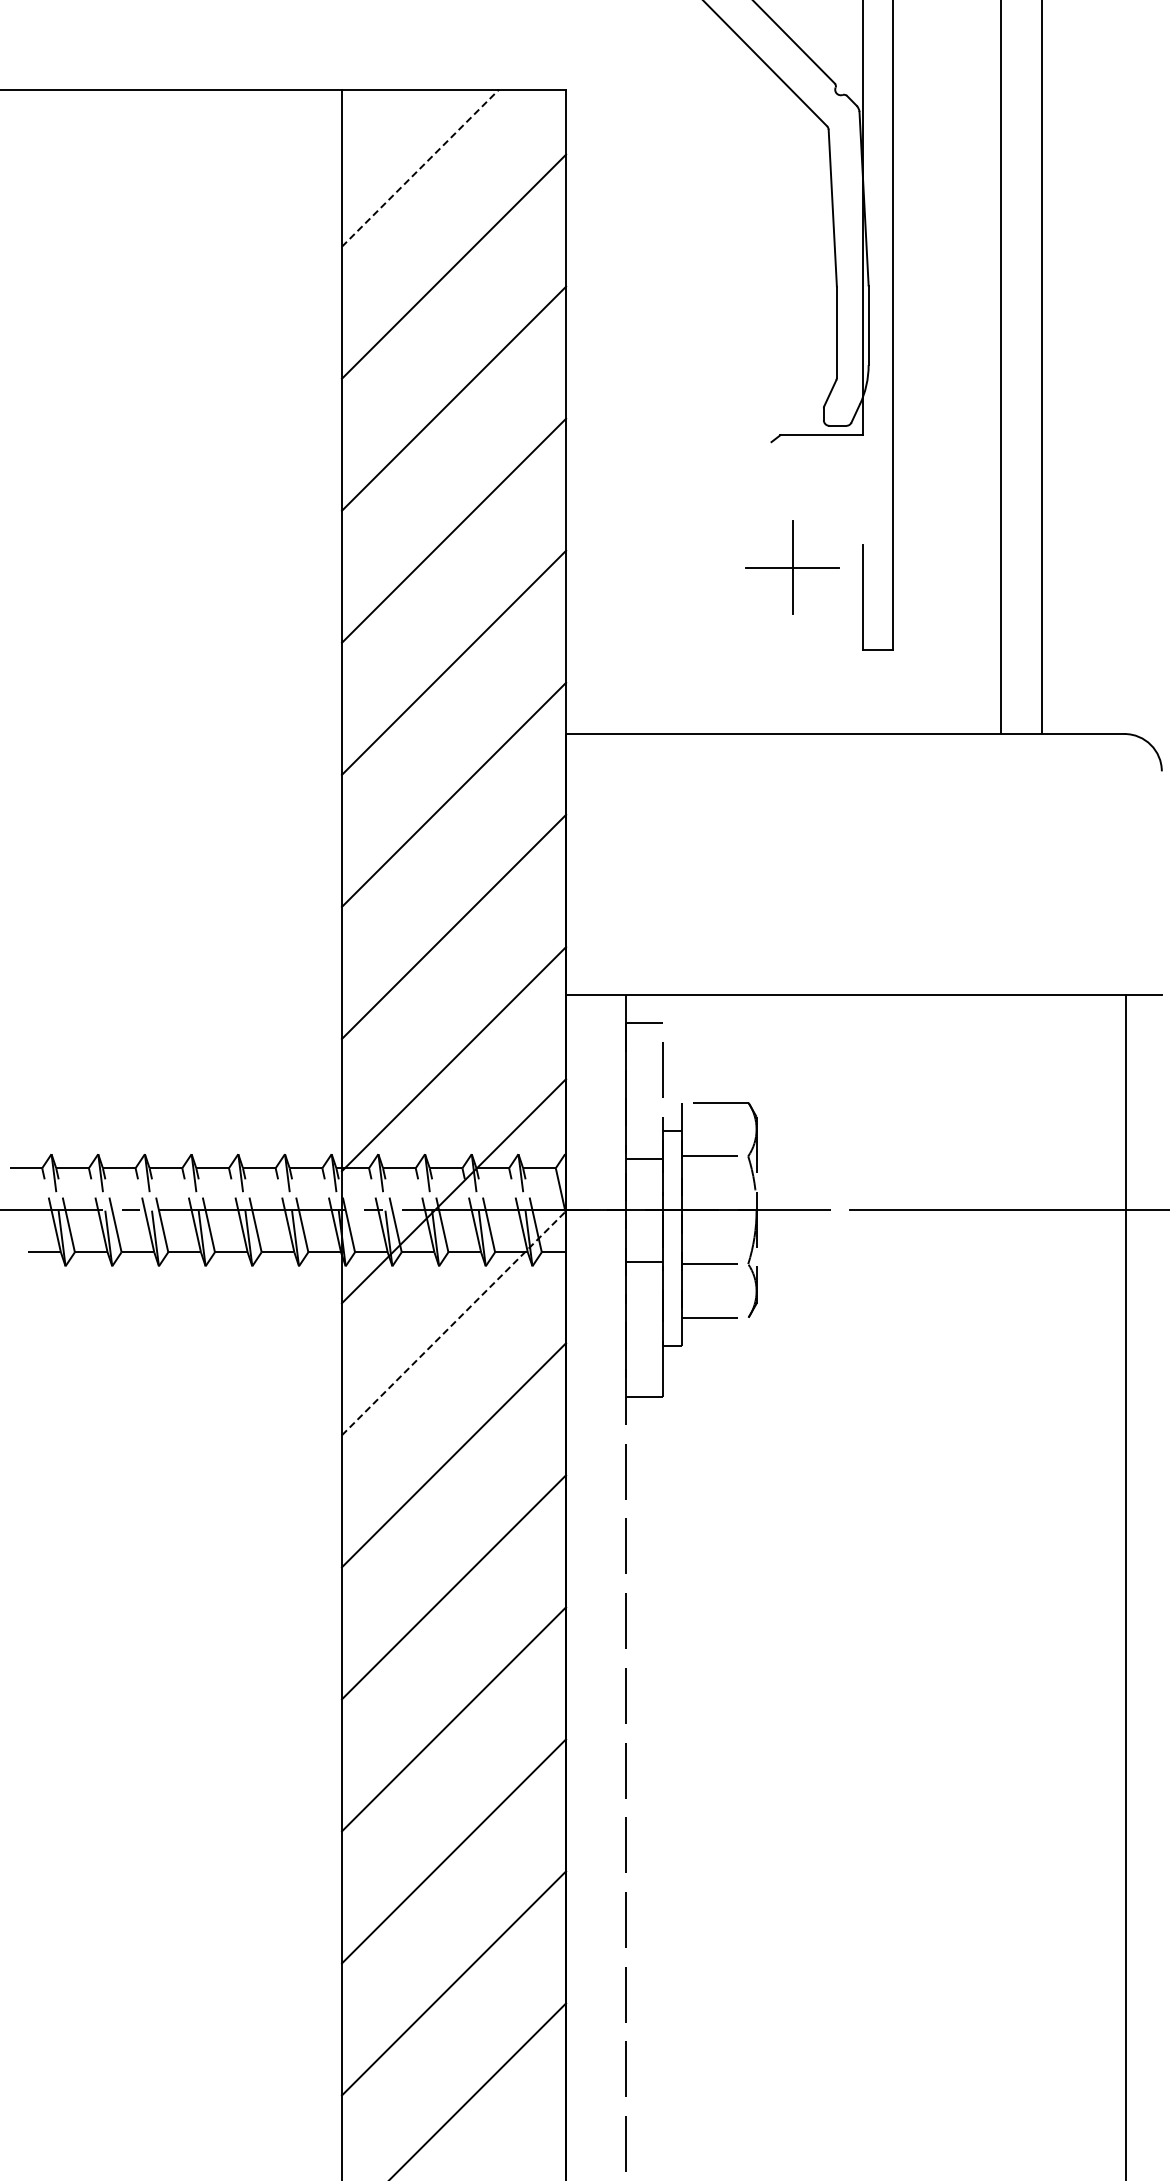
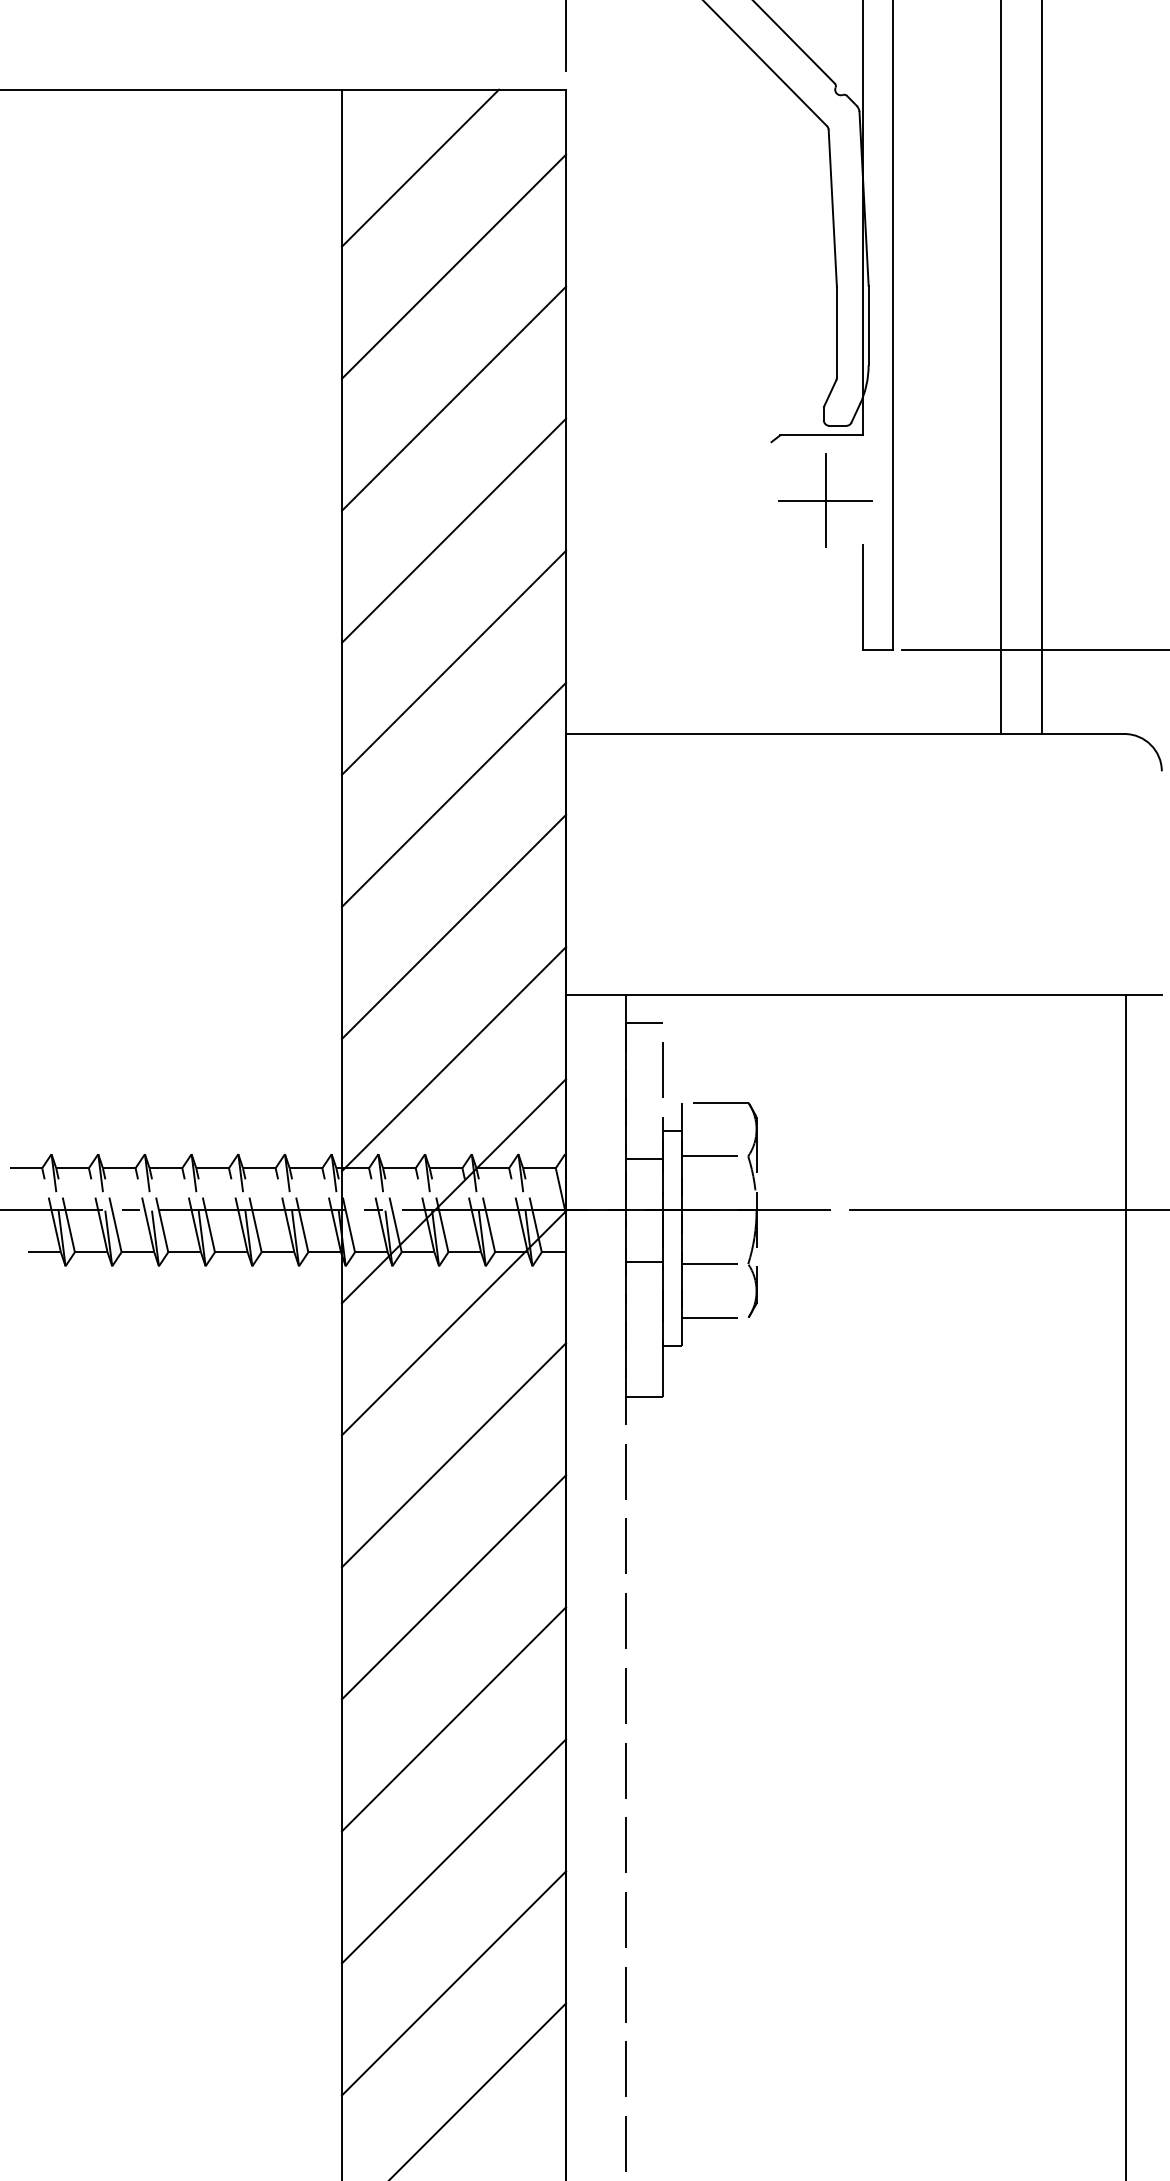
line at (566, 36): none -> present
line at (420, 167): dashed -> solid
part at (792, 567) position: (792, 567) -> (825, 500)
line at (1034, 649): none -> present
line at (454, 1322): dashed -> solid
